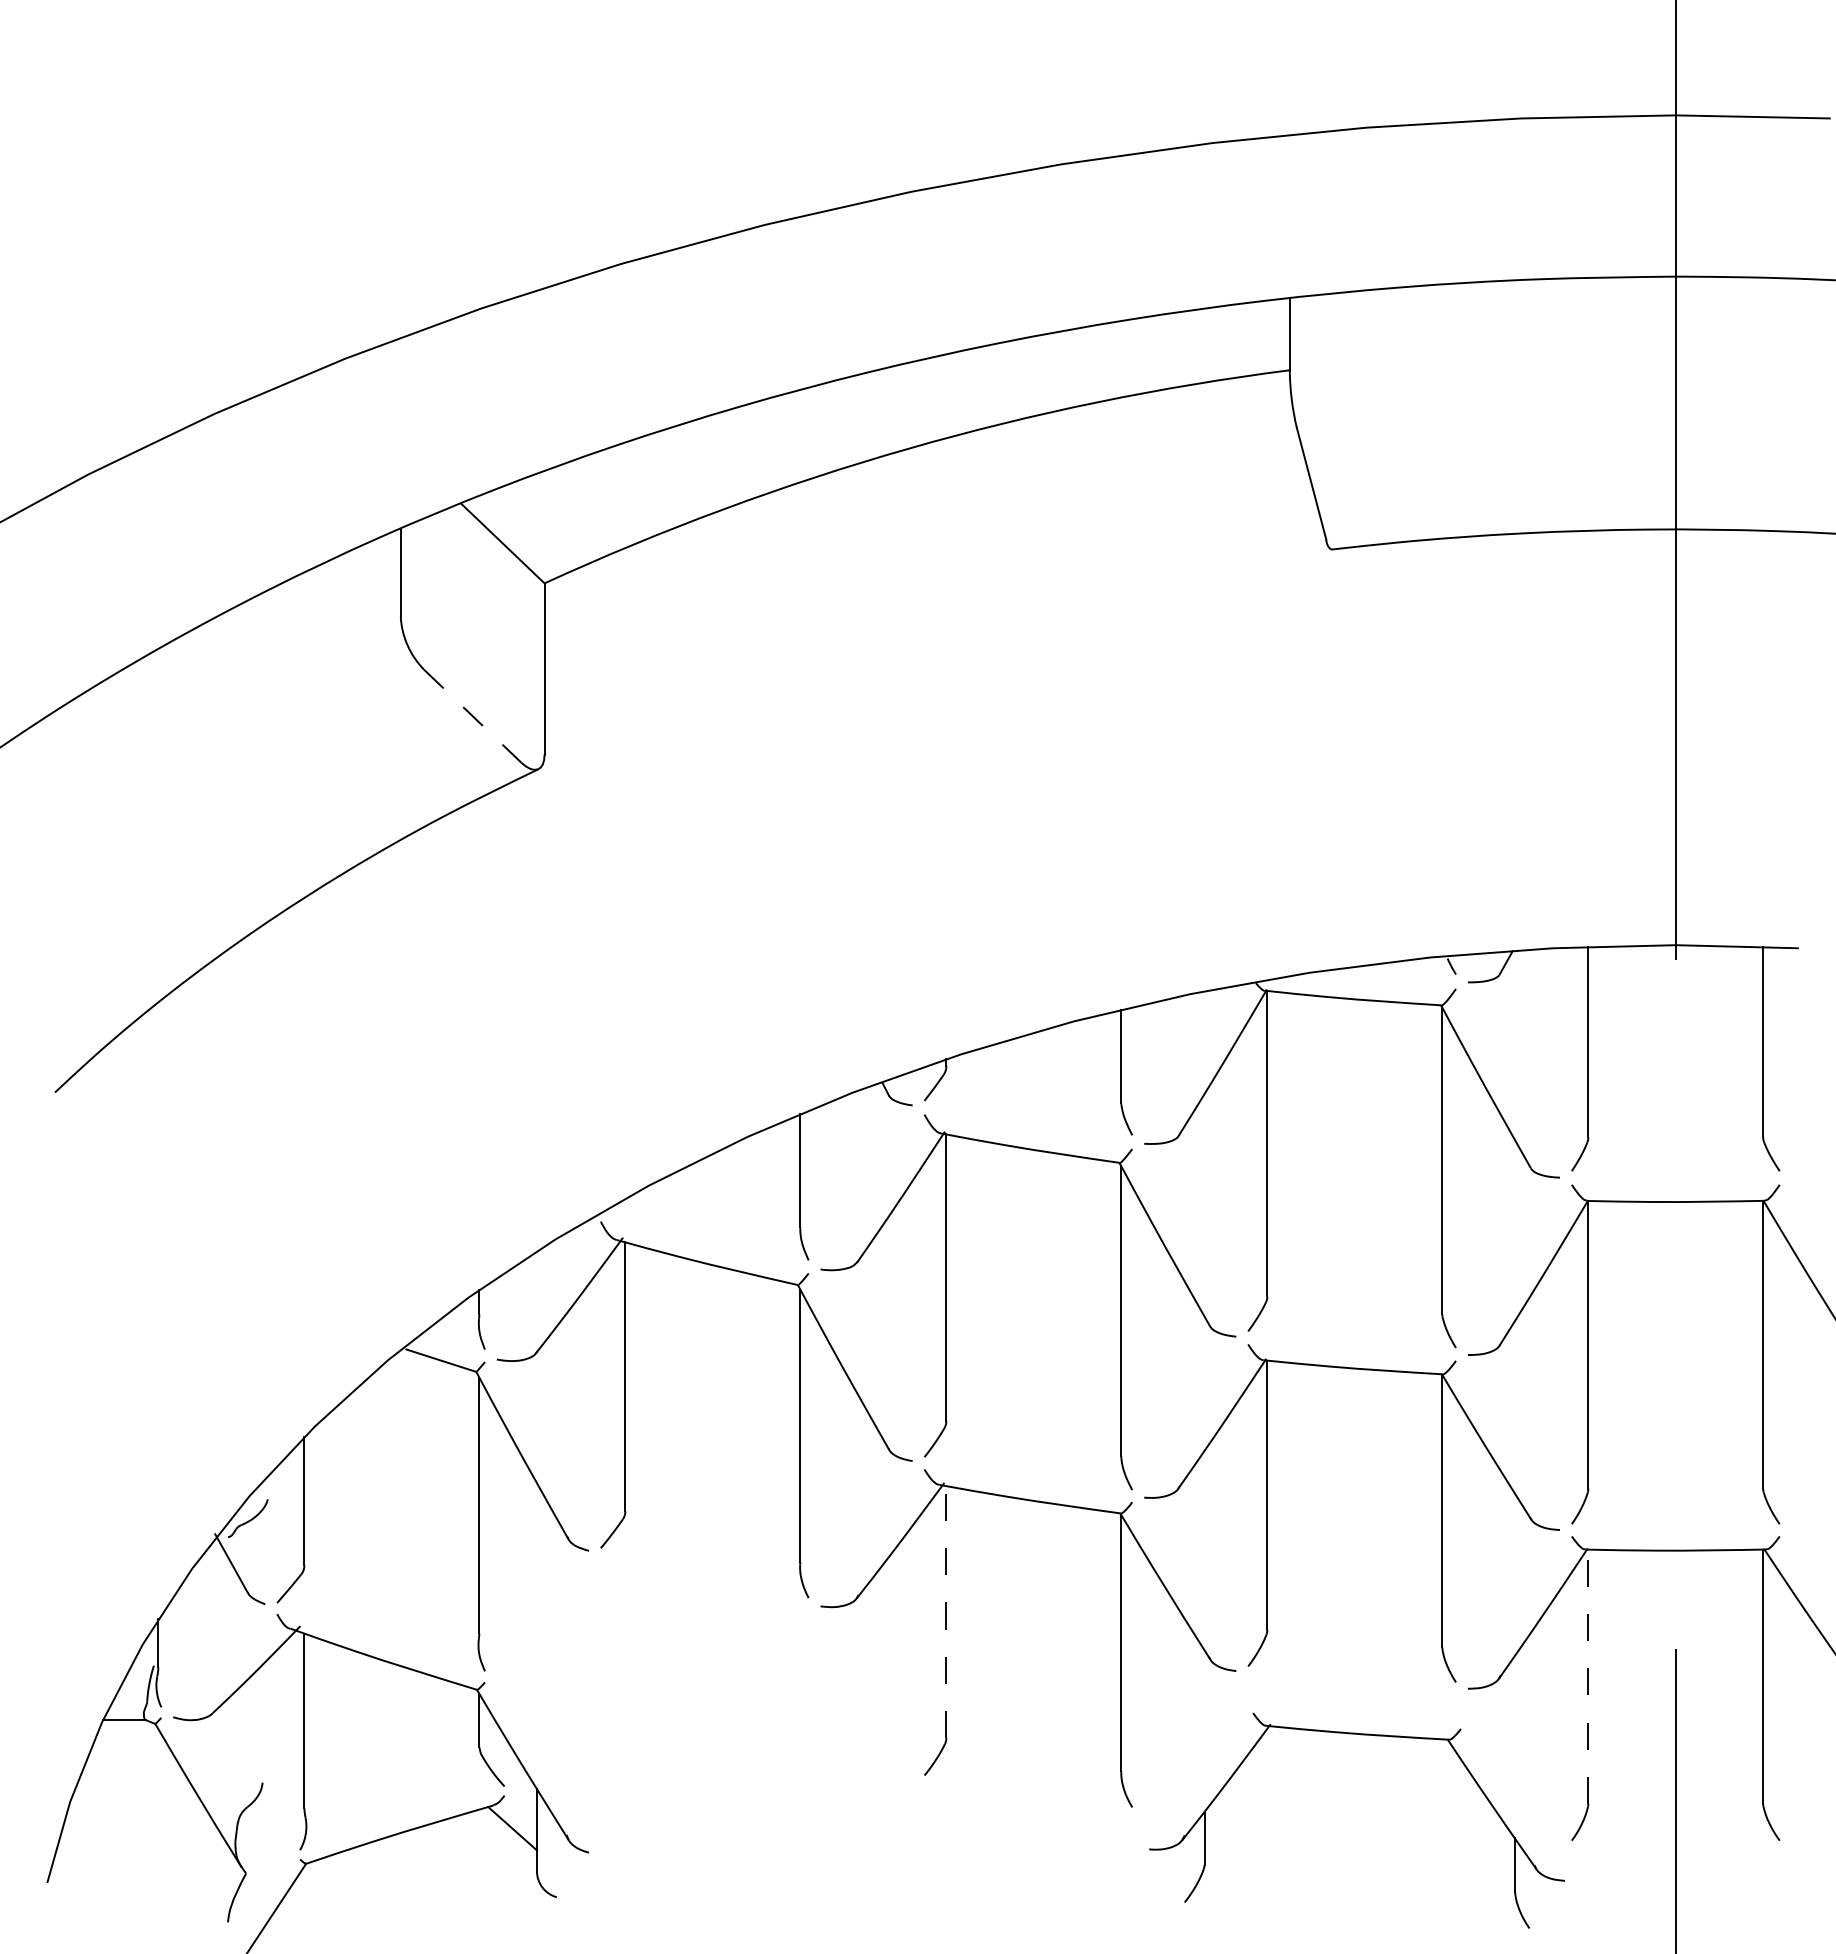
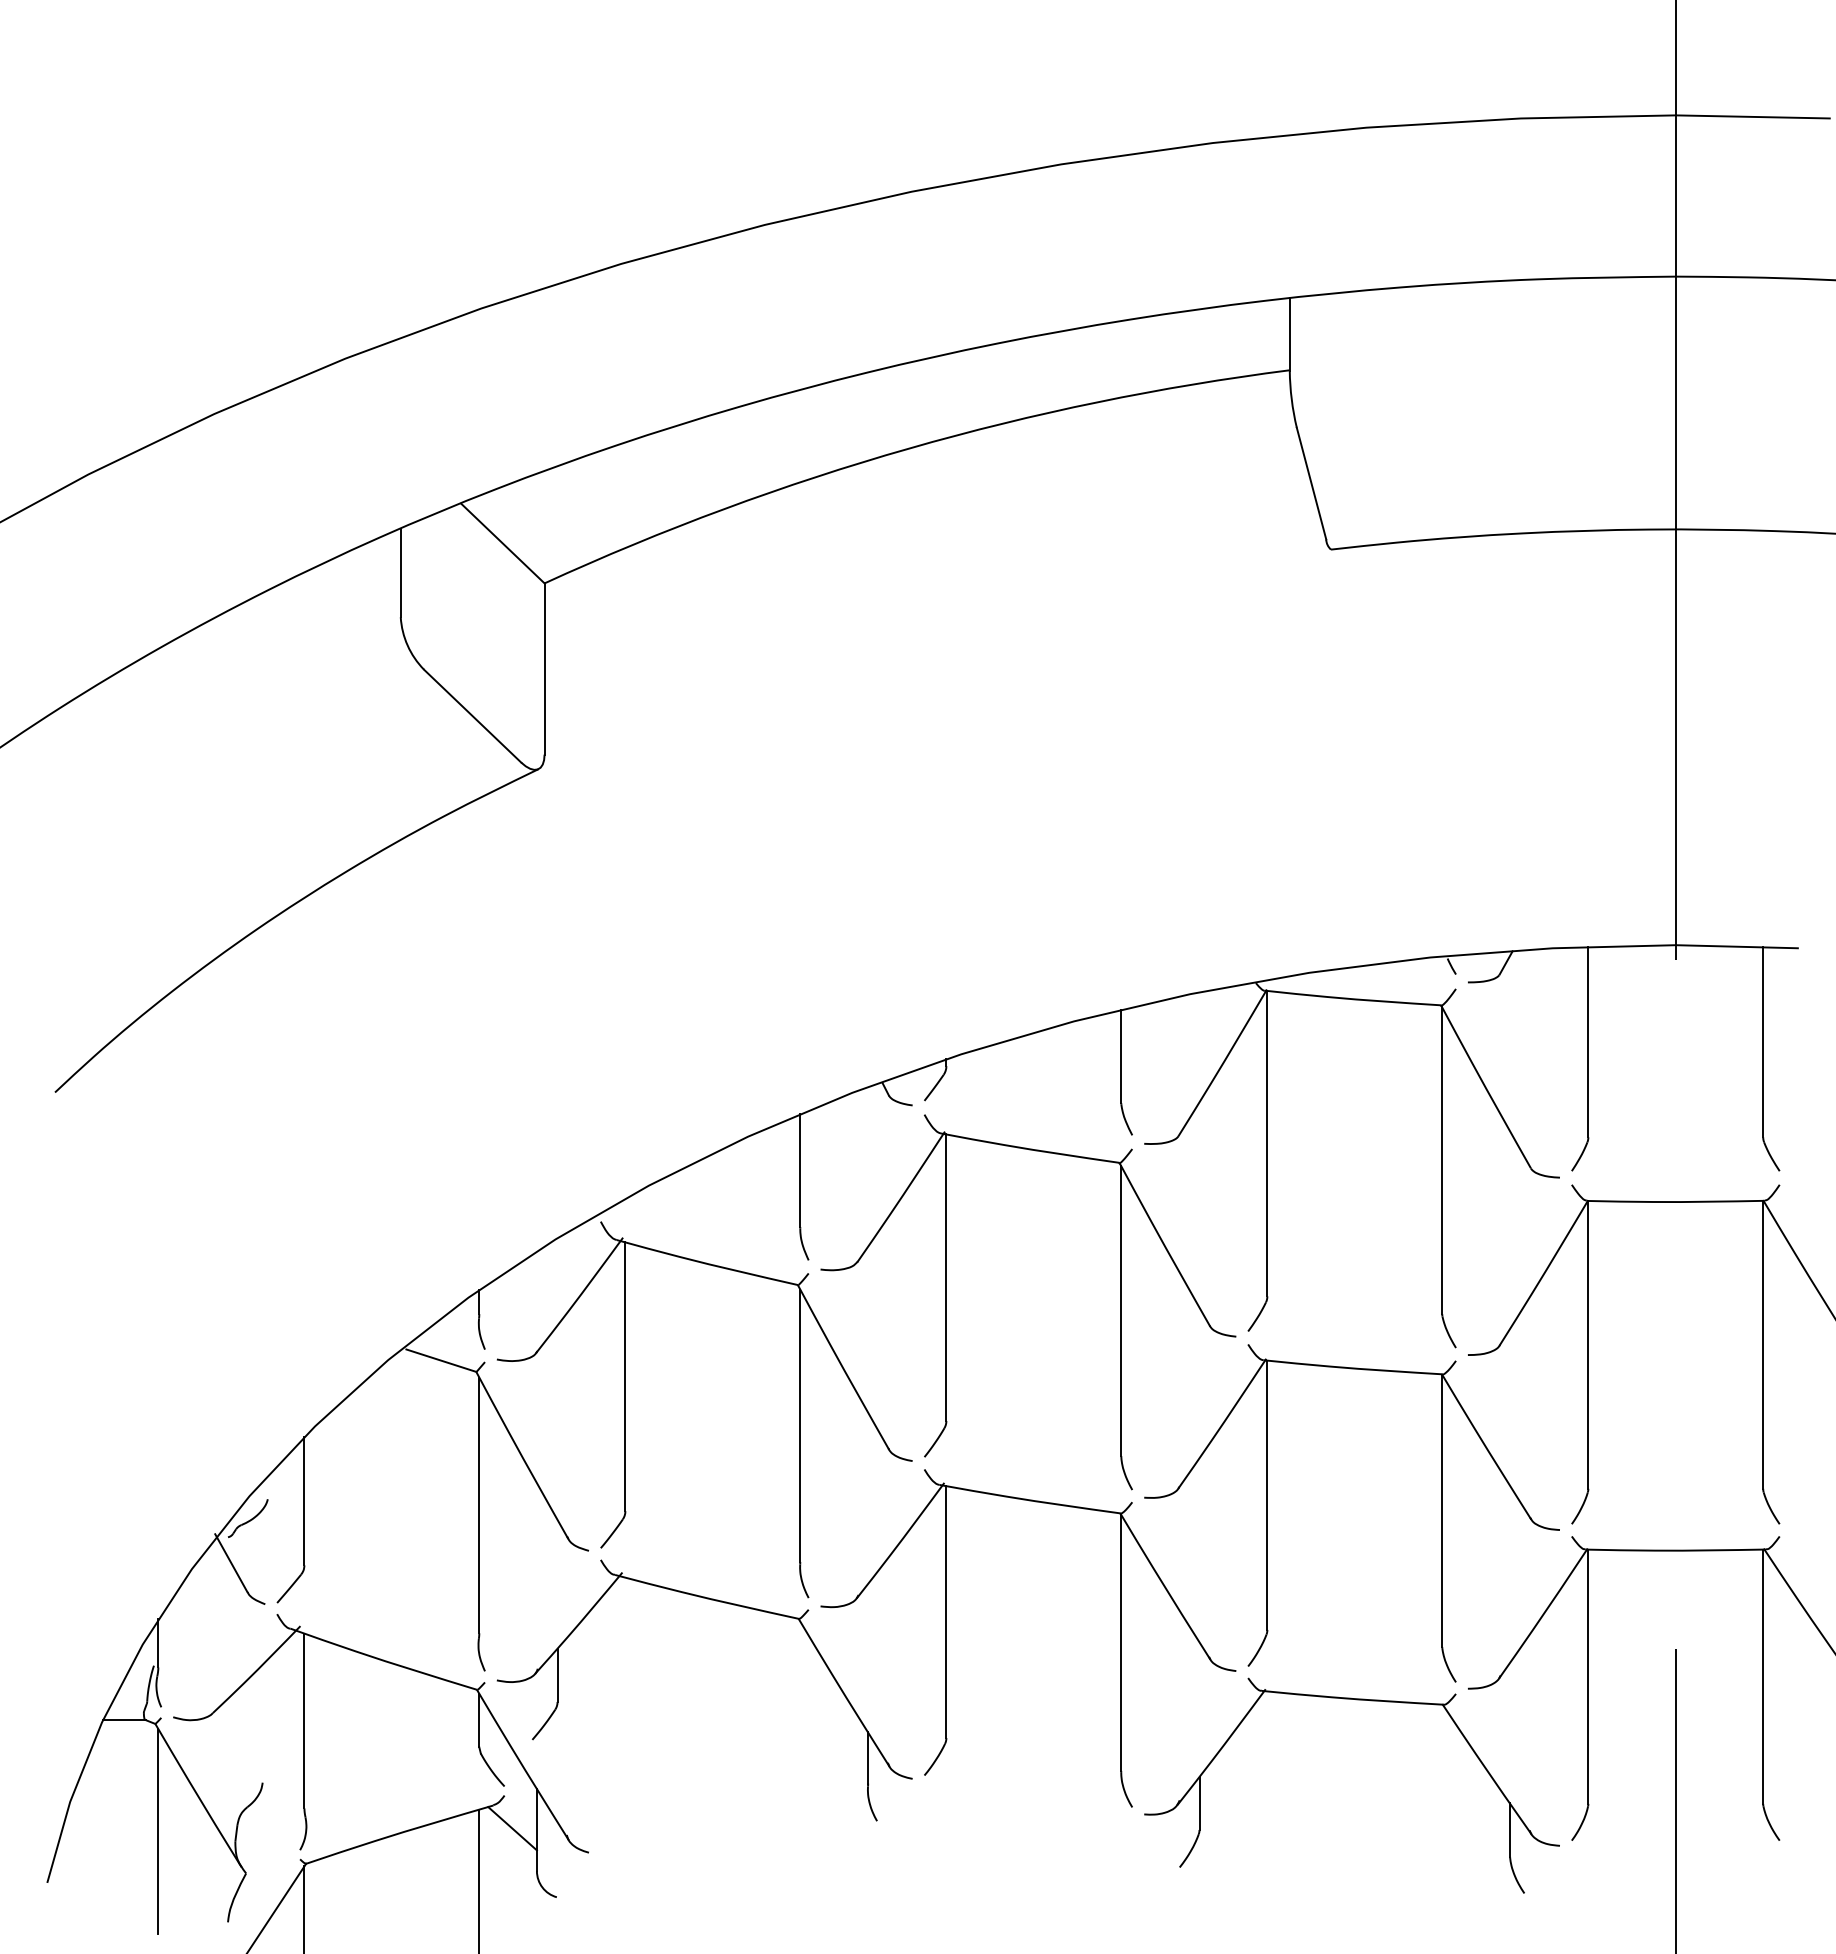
line at (473, 716): dashed -> solid
part at (724, 1603): none -> present
line at (946, 1612): dashed -> solid
line at (1588, 1676): dashed -> solid
part at (1361, 1735) position: (1361, 1735) -> (1356, 1700)
line at (158, 1831): none -> present
line at (479, 1879): none -> present
line at (304, 1908): none -> present
